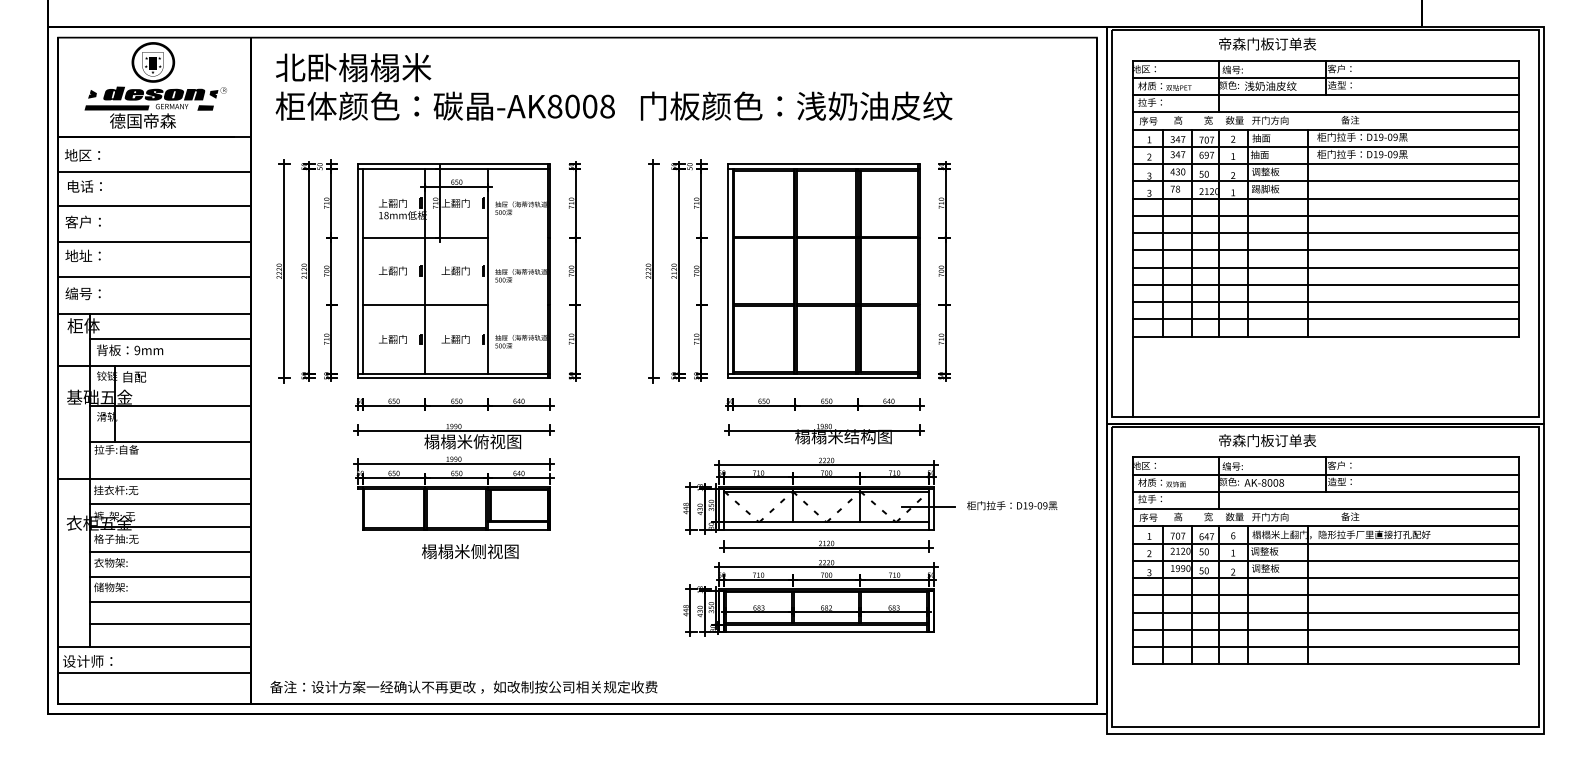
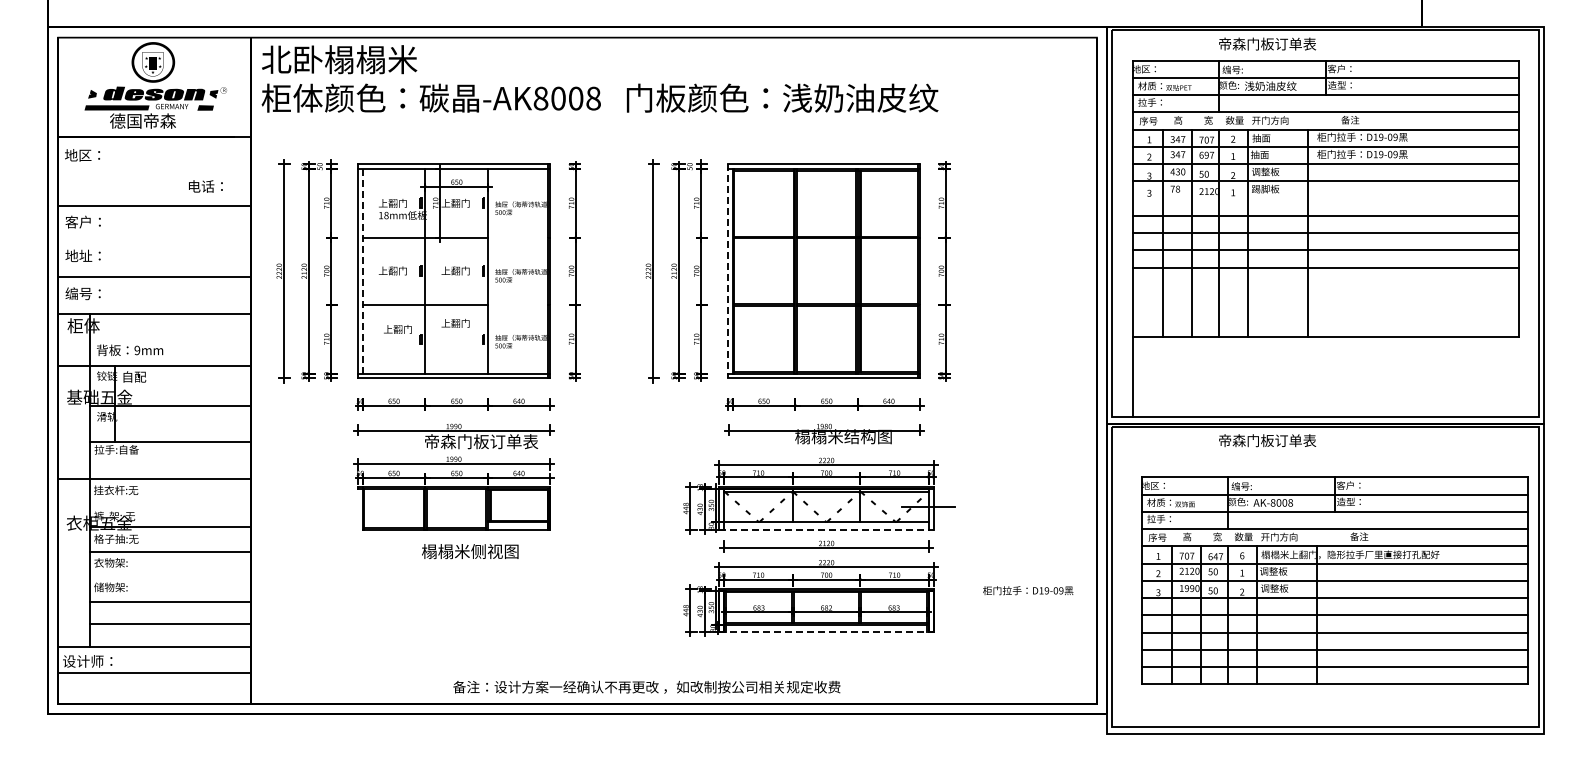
text at (613, 86) position: (613, 86) -> (599, 78)
line at (154, 171): present -> none
text at (84, 186) position: (84, 186) -> (205, 186)
line at (1325, 198): present -> none
line at (154, 241): present -> none
line at (362, 271): solid -> dashed
line at (727, 271): solid -> dashed
line at (1325, 284): present -> none
line at (1325, 302): present -> none
line at (1325, 319): present -> none
line at (169, 339): present -> none
text at (392, 339) position: (392, 339) -> (397, 329)
text at (455, 339) position: (455, 339) -> (455, 323)
text at (481, 441): 榻榻米俯视图 -> 帝森门板订单表
line at (169, 503): present -> none
text at (1012, 505) position: (1012, 505) -> (1028, 590)
line at (827, 530): solid -> dashed
part at (1325, 560) position: (1325, 560) -> (1334, 580)
line at (169, 576): present -> none
line at (827, 632): solid -> dashed
text at (463, 686) position: (463, 686) -> (646, 686)
